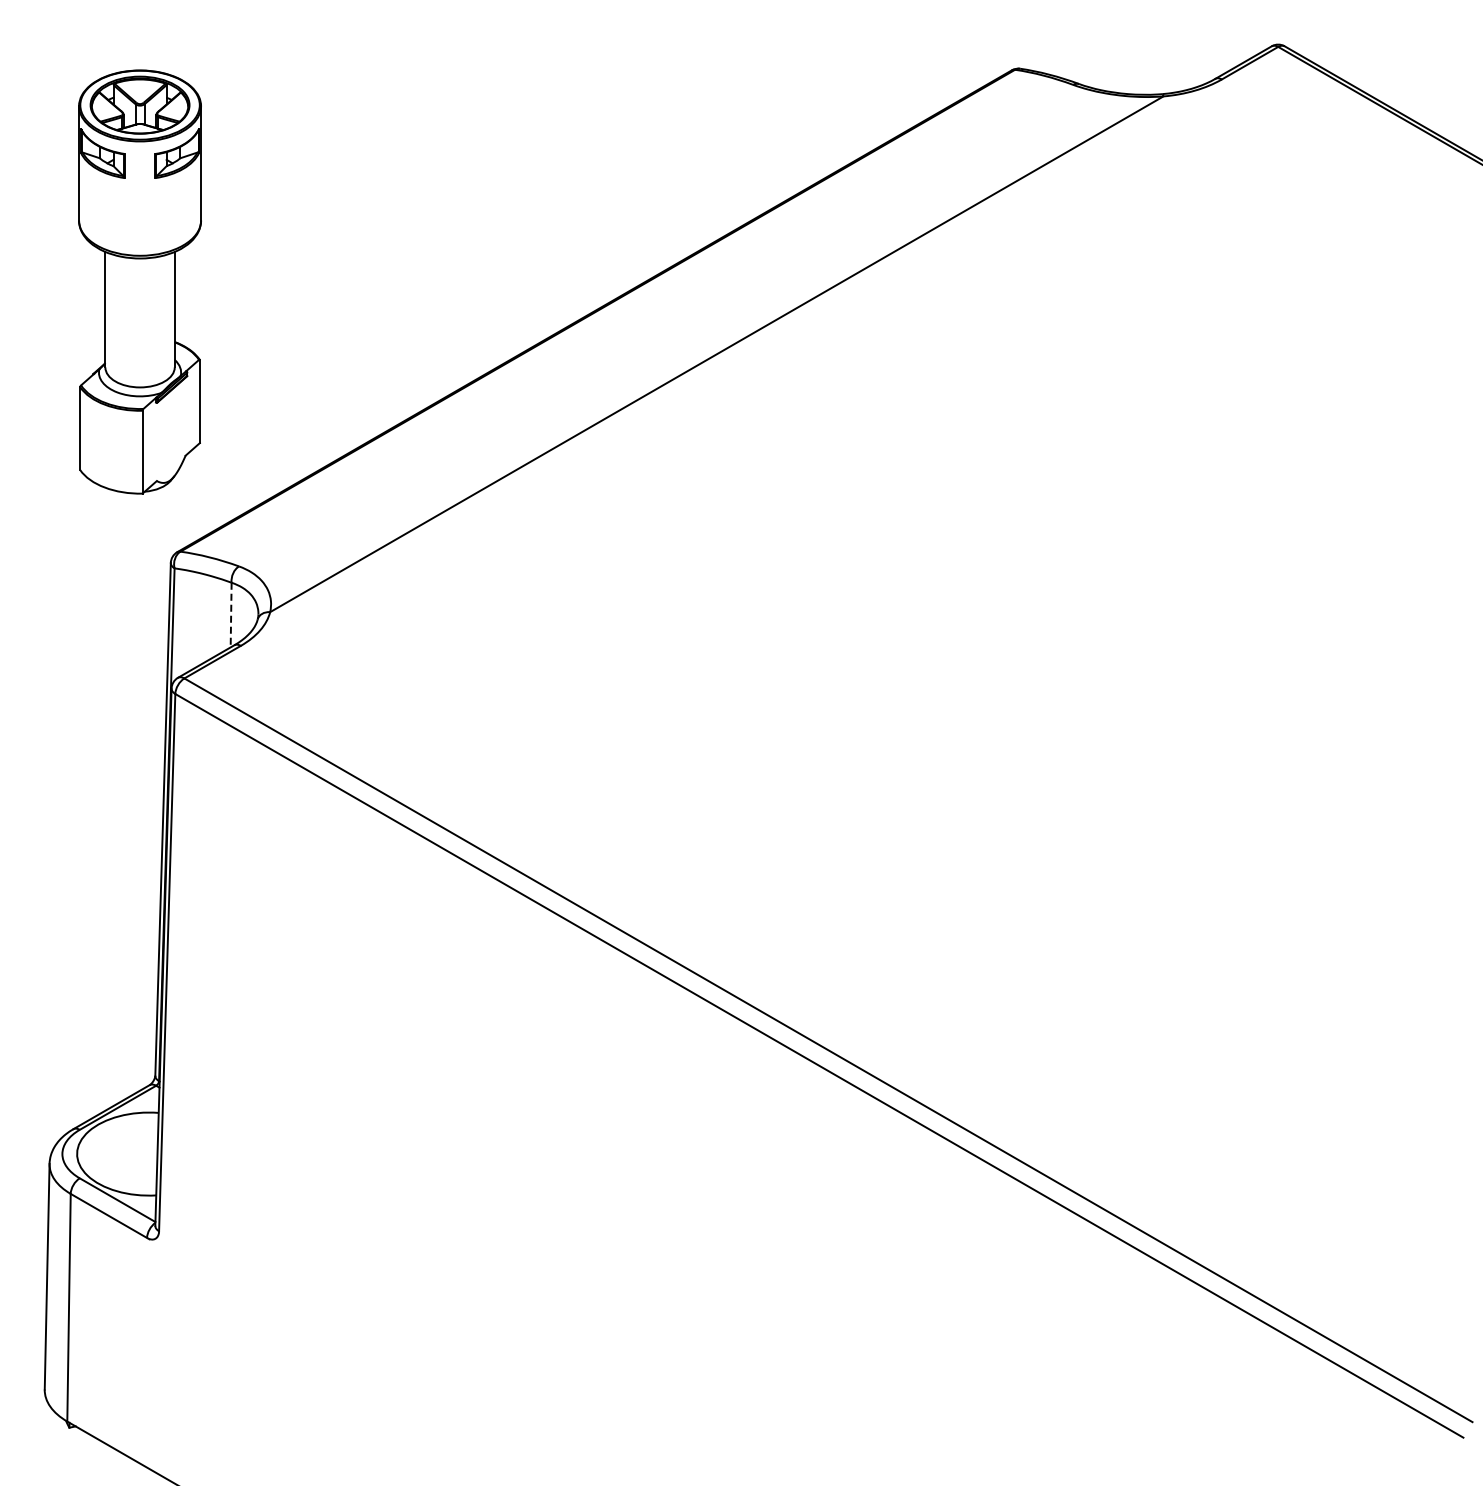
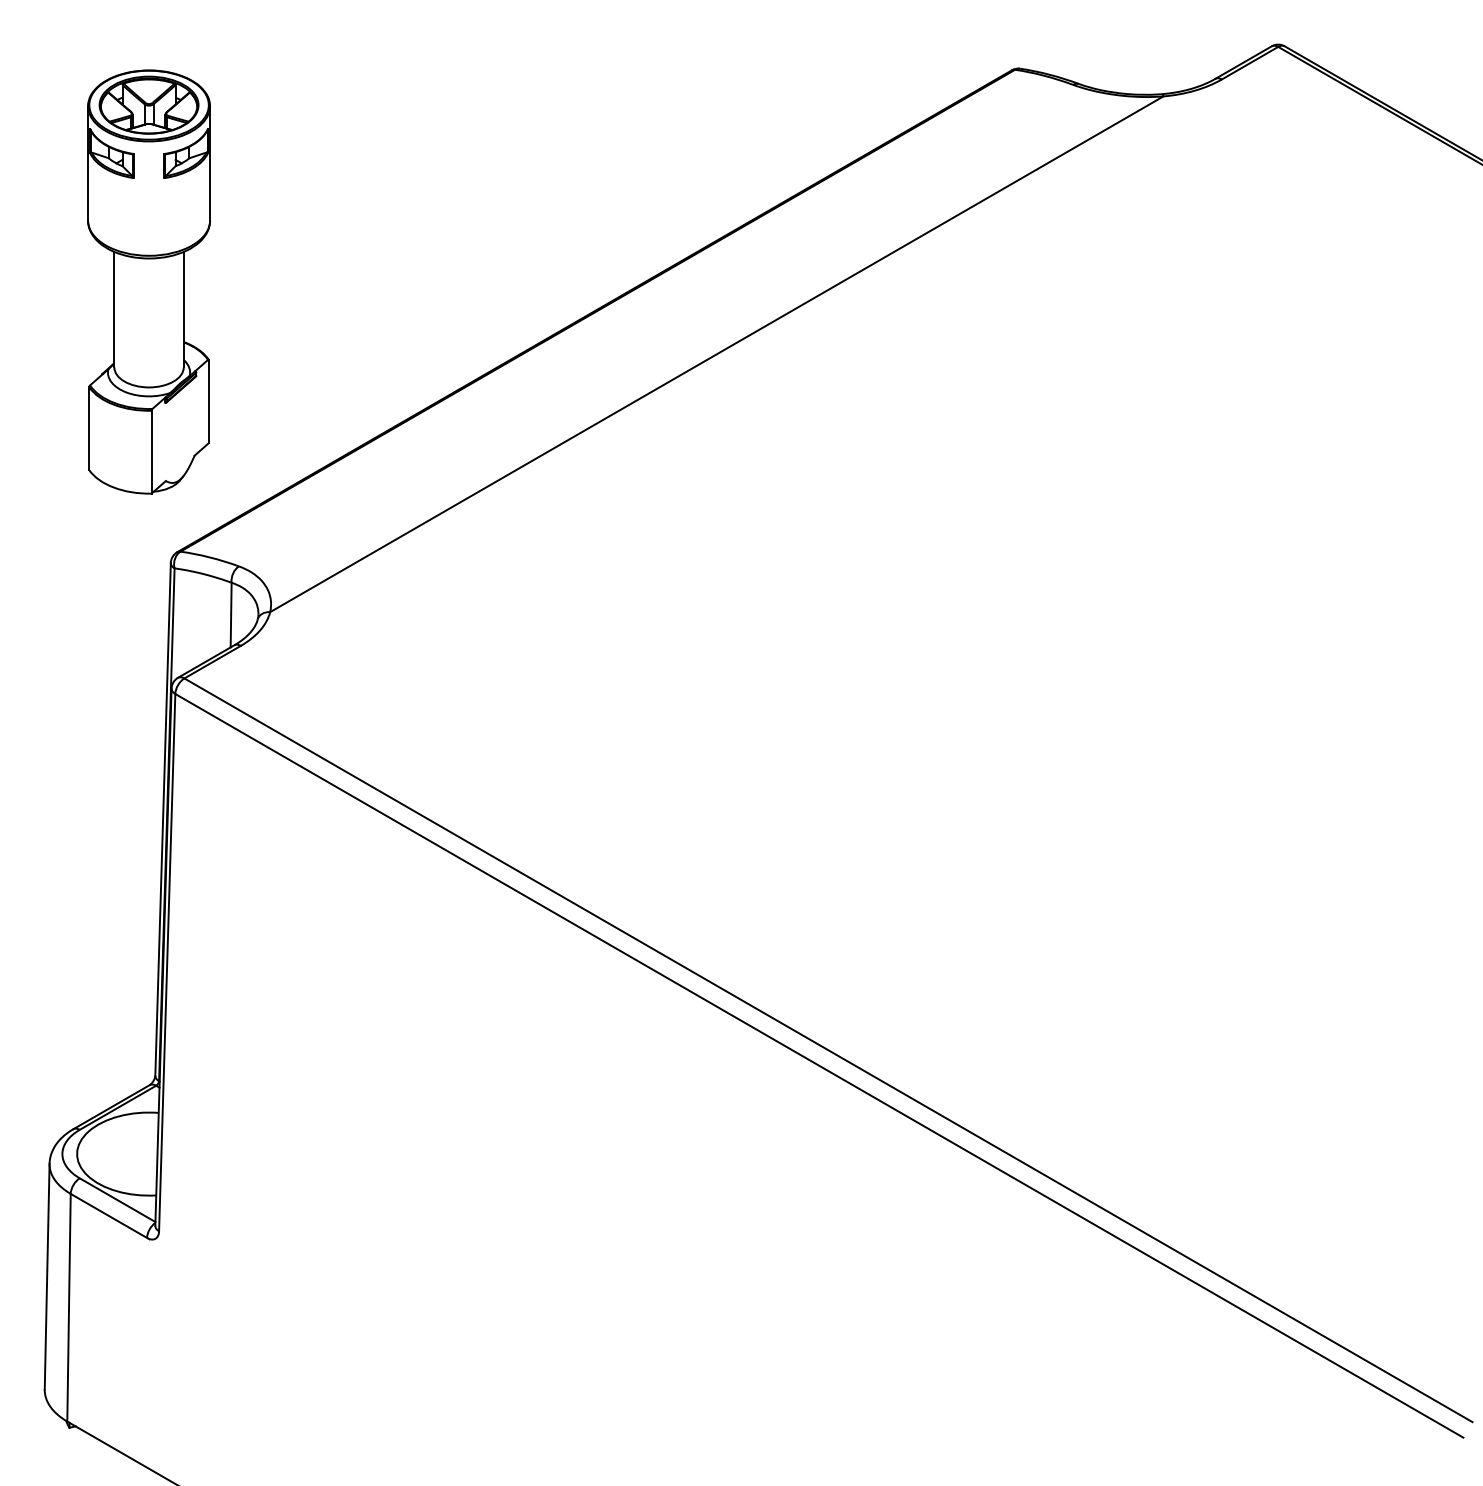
part at (139, 281) position: (139, 281) -> (148, 281)
line at (231, 615): dashed -> solid
